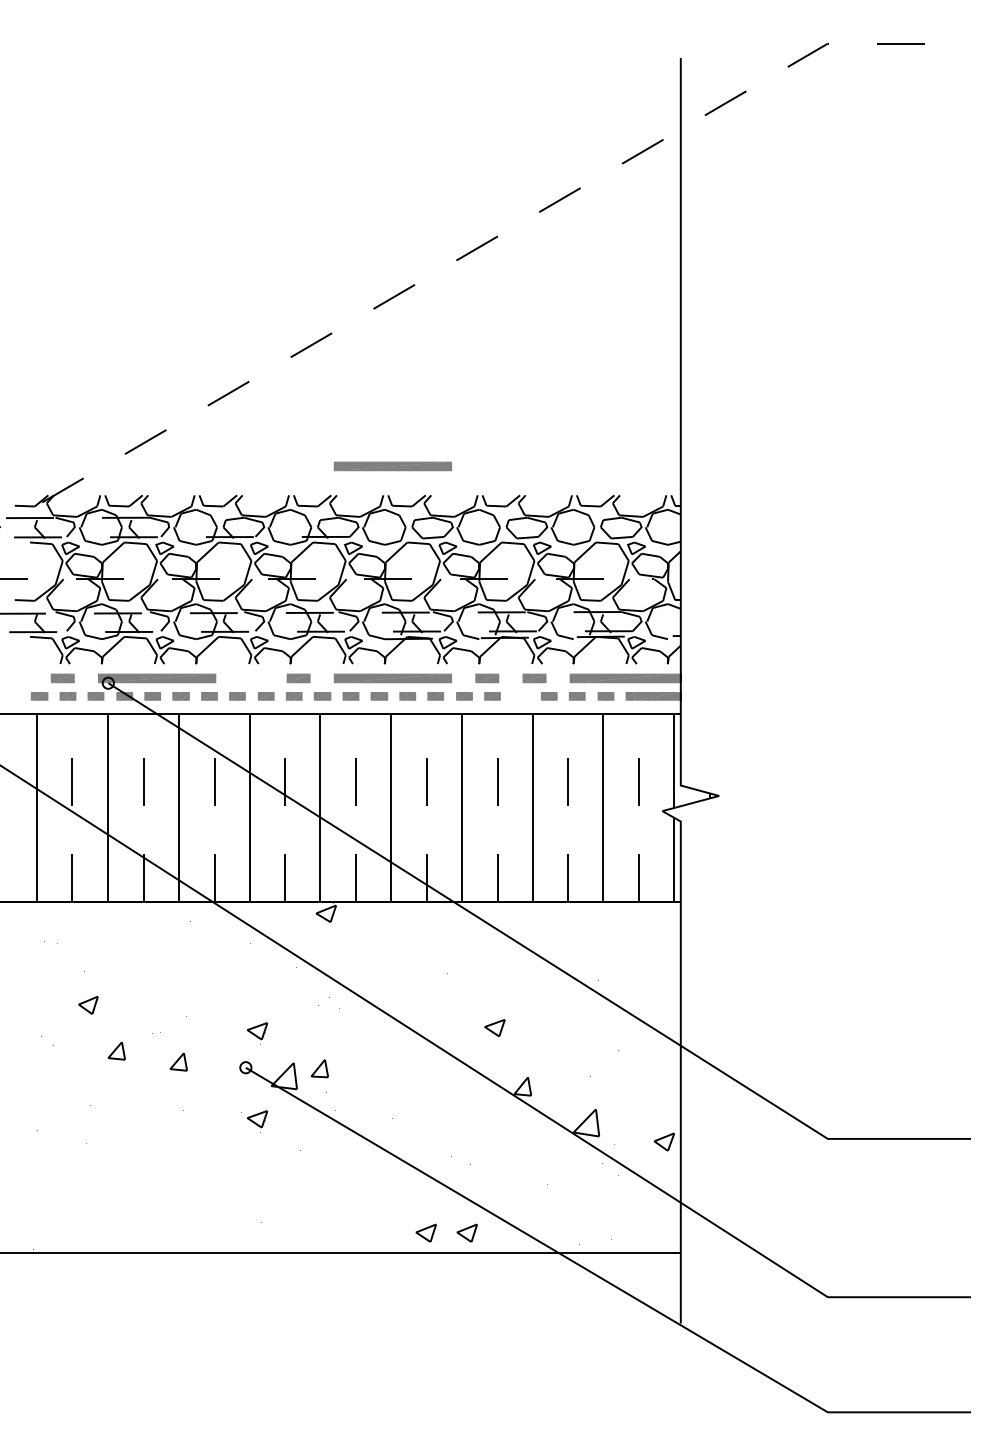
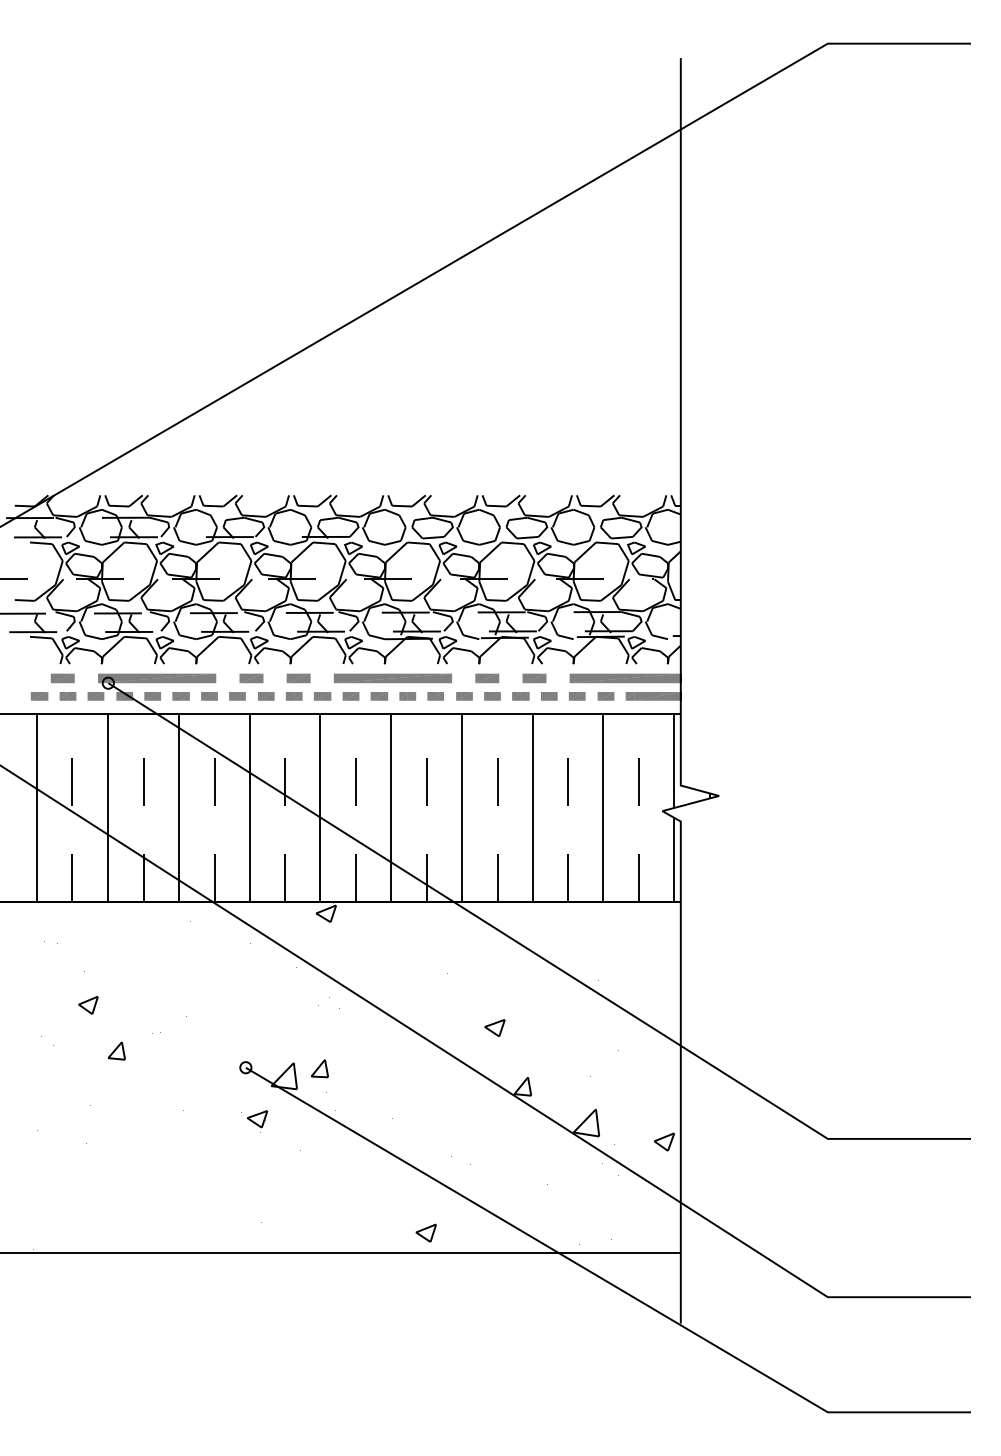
line at (477, 248): dashed -> solid
part at (392, 465): present -> none
part at (251, 677): none -> present
part at (520, 696): none -> present
part at (257, 1033): present -> none
part at (178, 1061): present -> none
part at (466, 1232): present -> none
